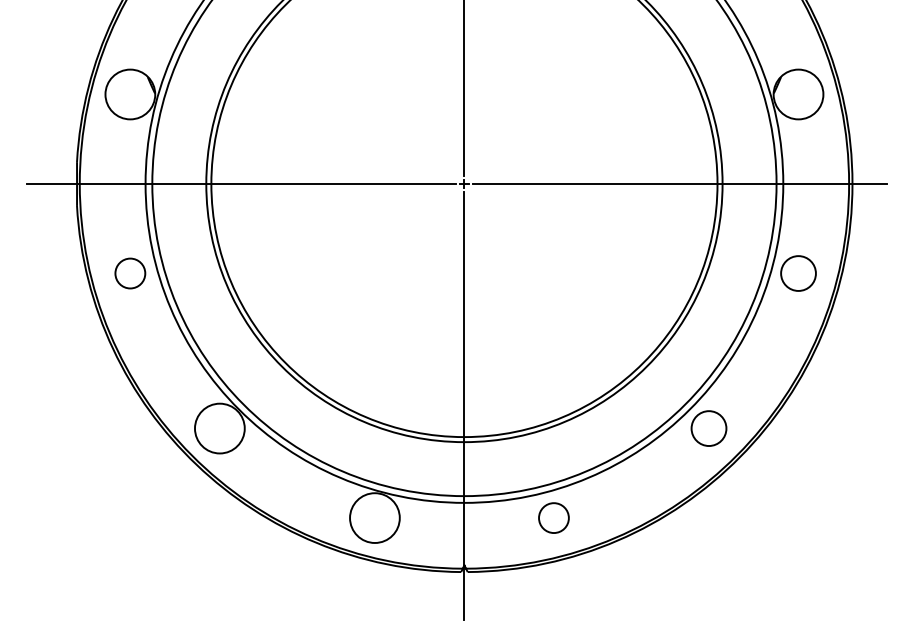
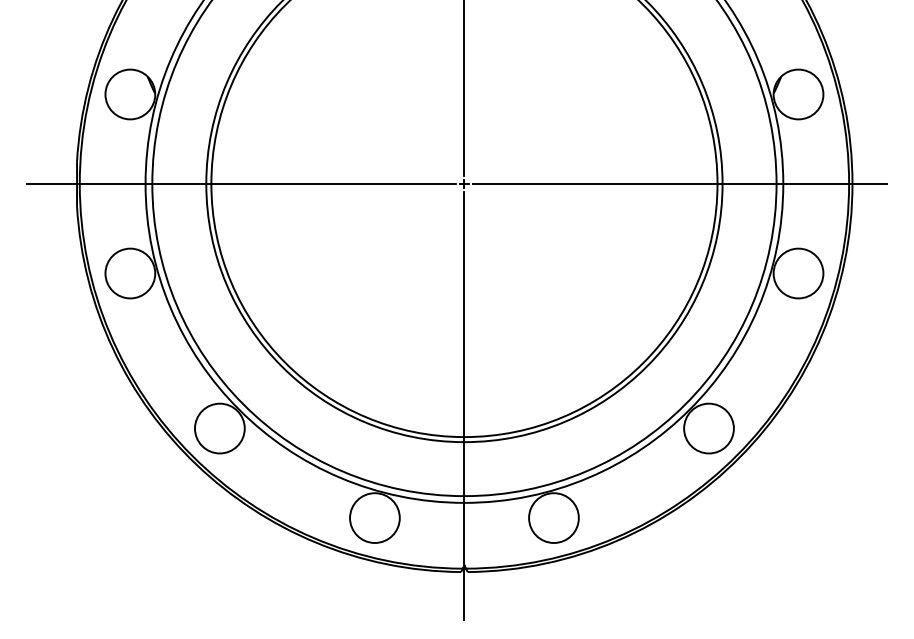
circle at (130, 273) diameter: 30 px -> 50 px
circle at (798, 273) diameter: 35 px -> 50 px
circle at (708, 428) diameter: 35 px -> 50 px
circle at (553, 518) diameter: 30 px -> 50 px
